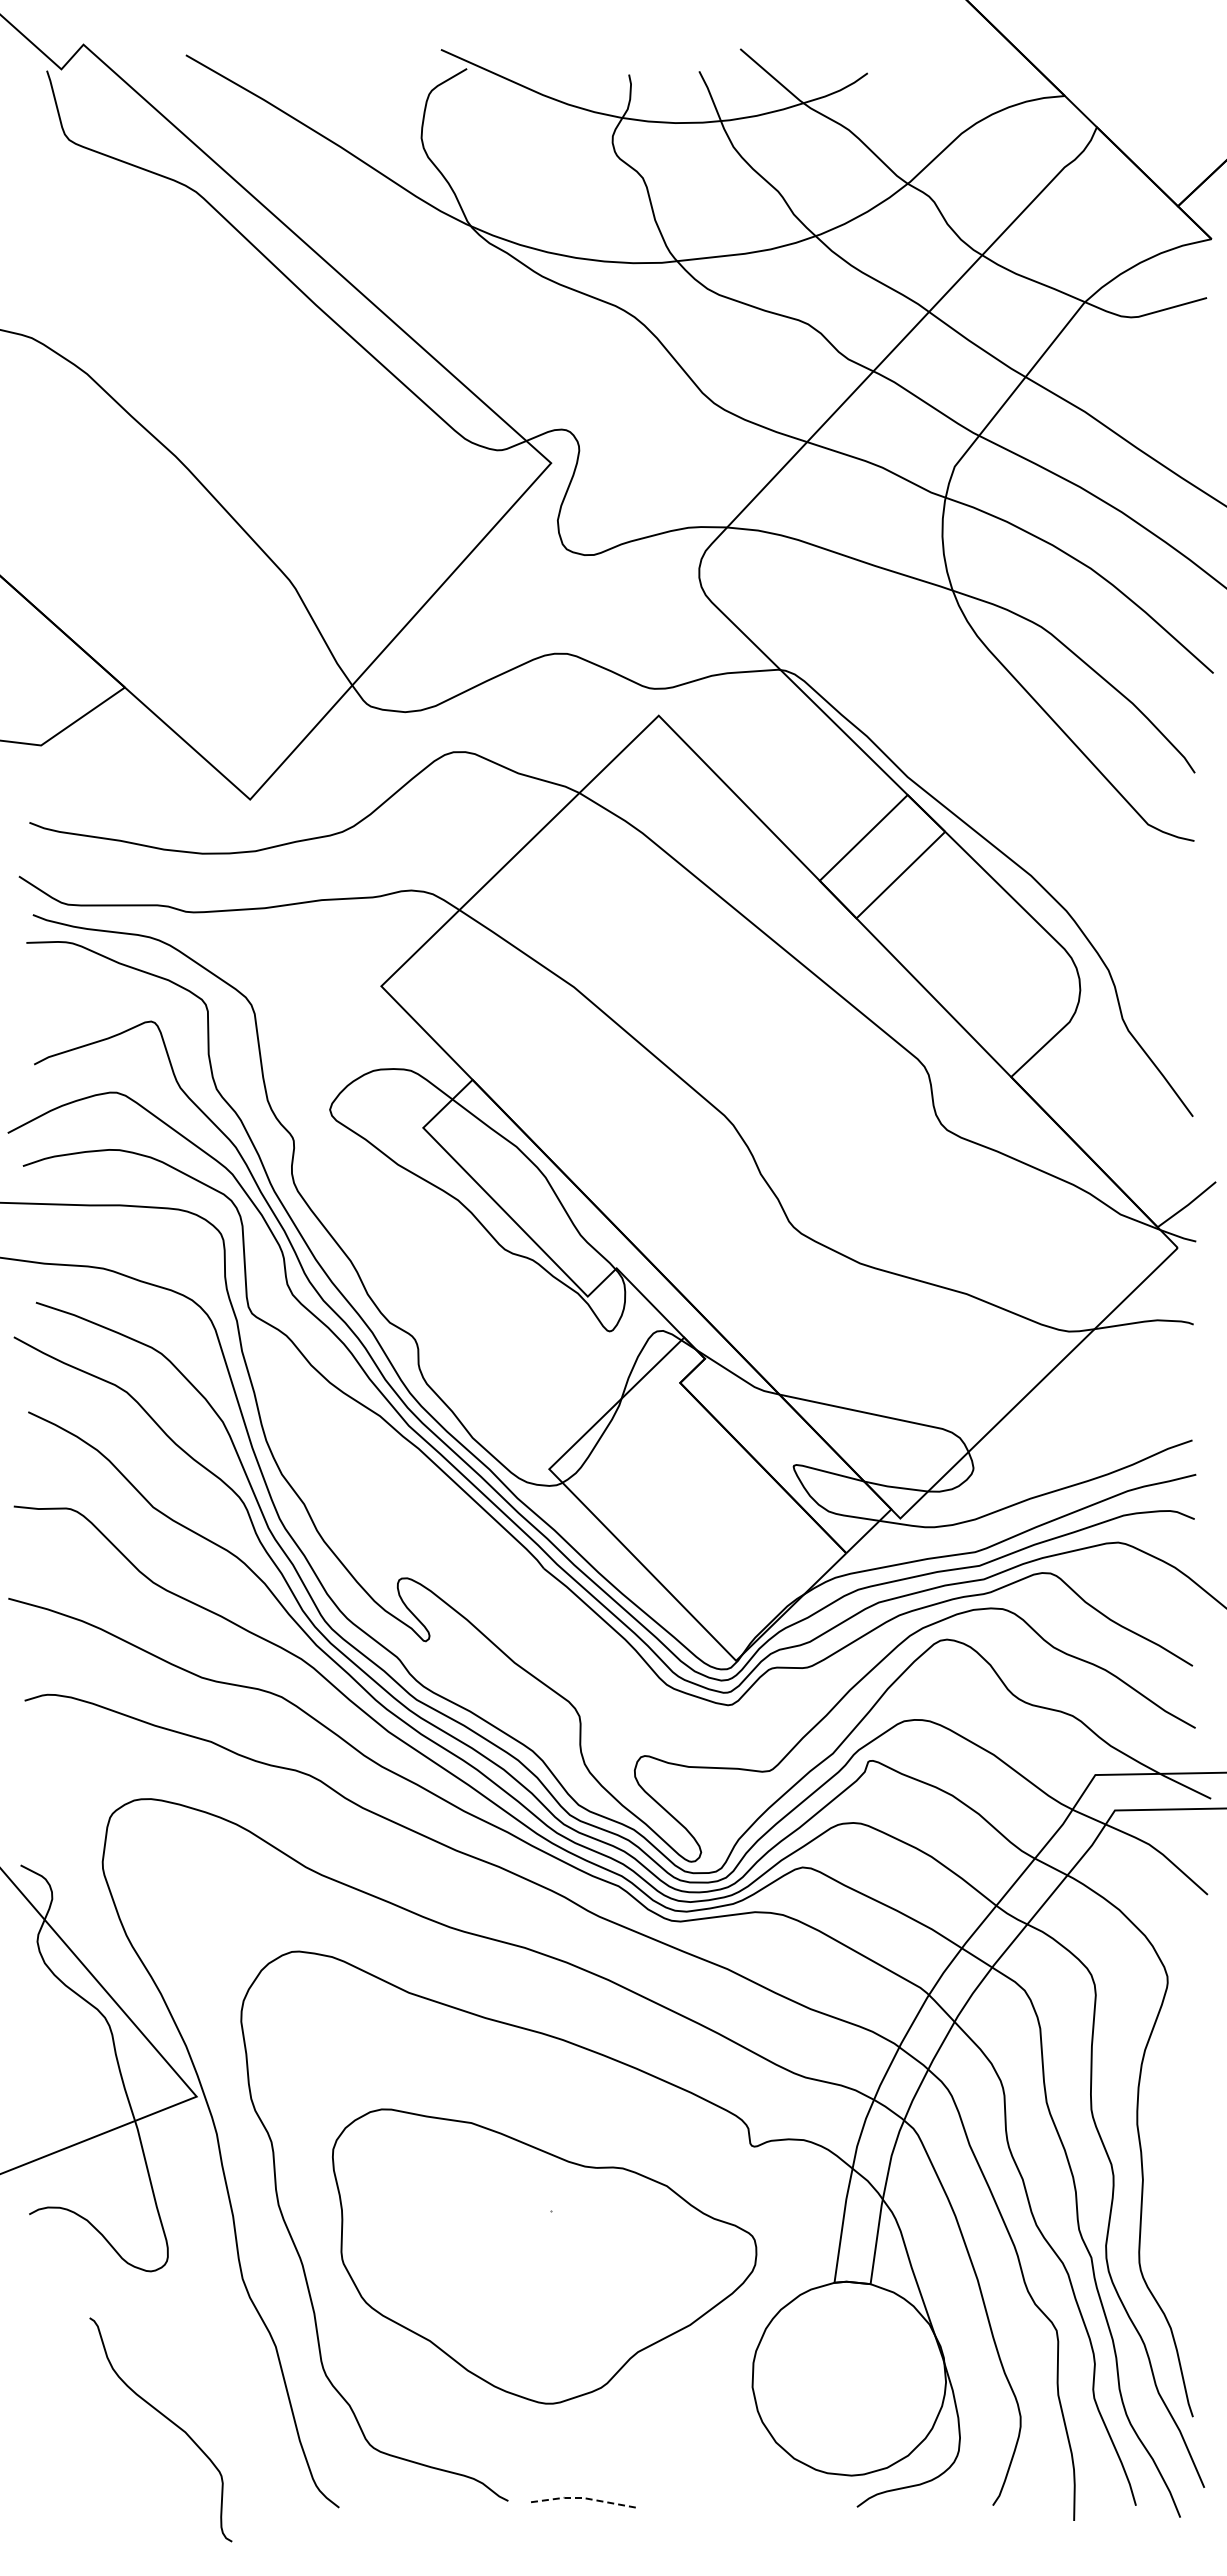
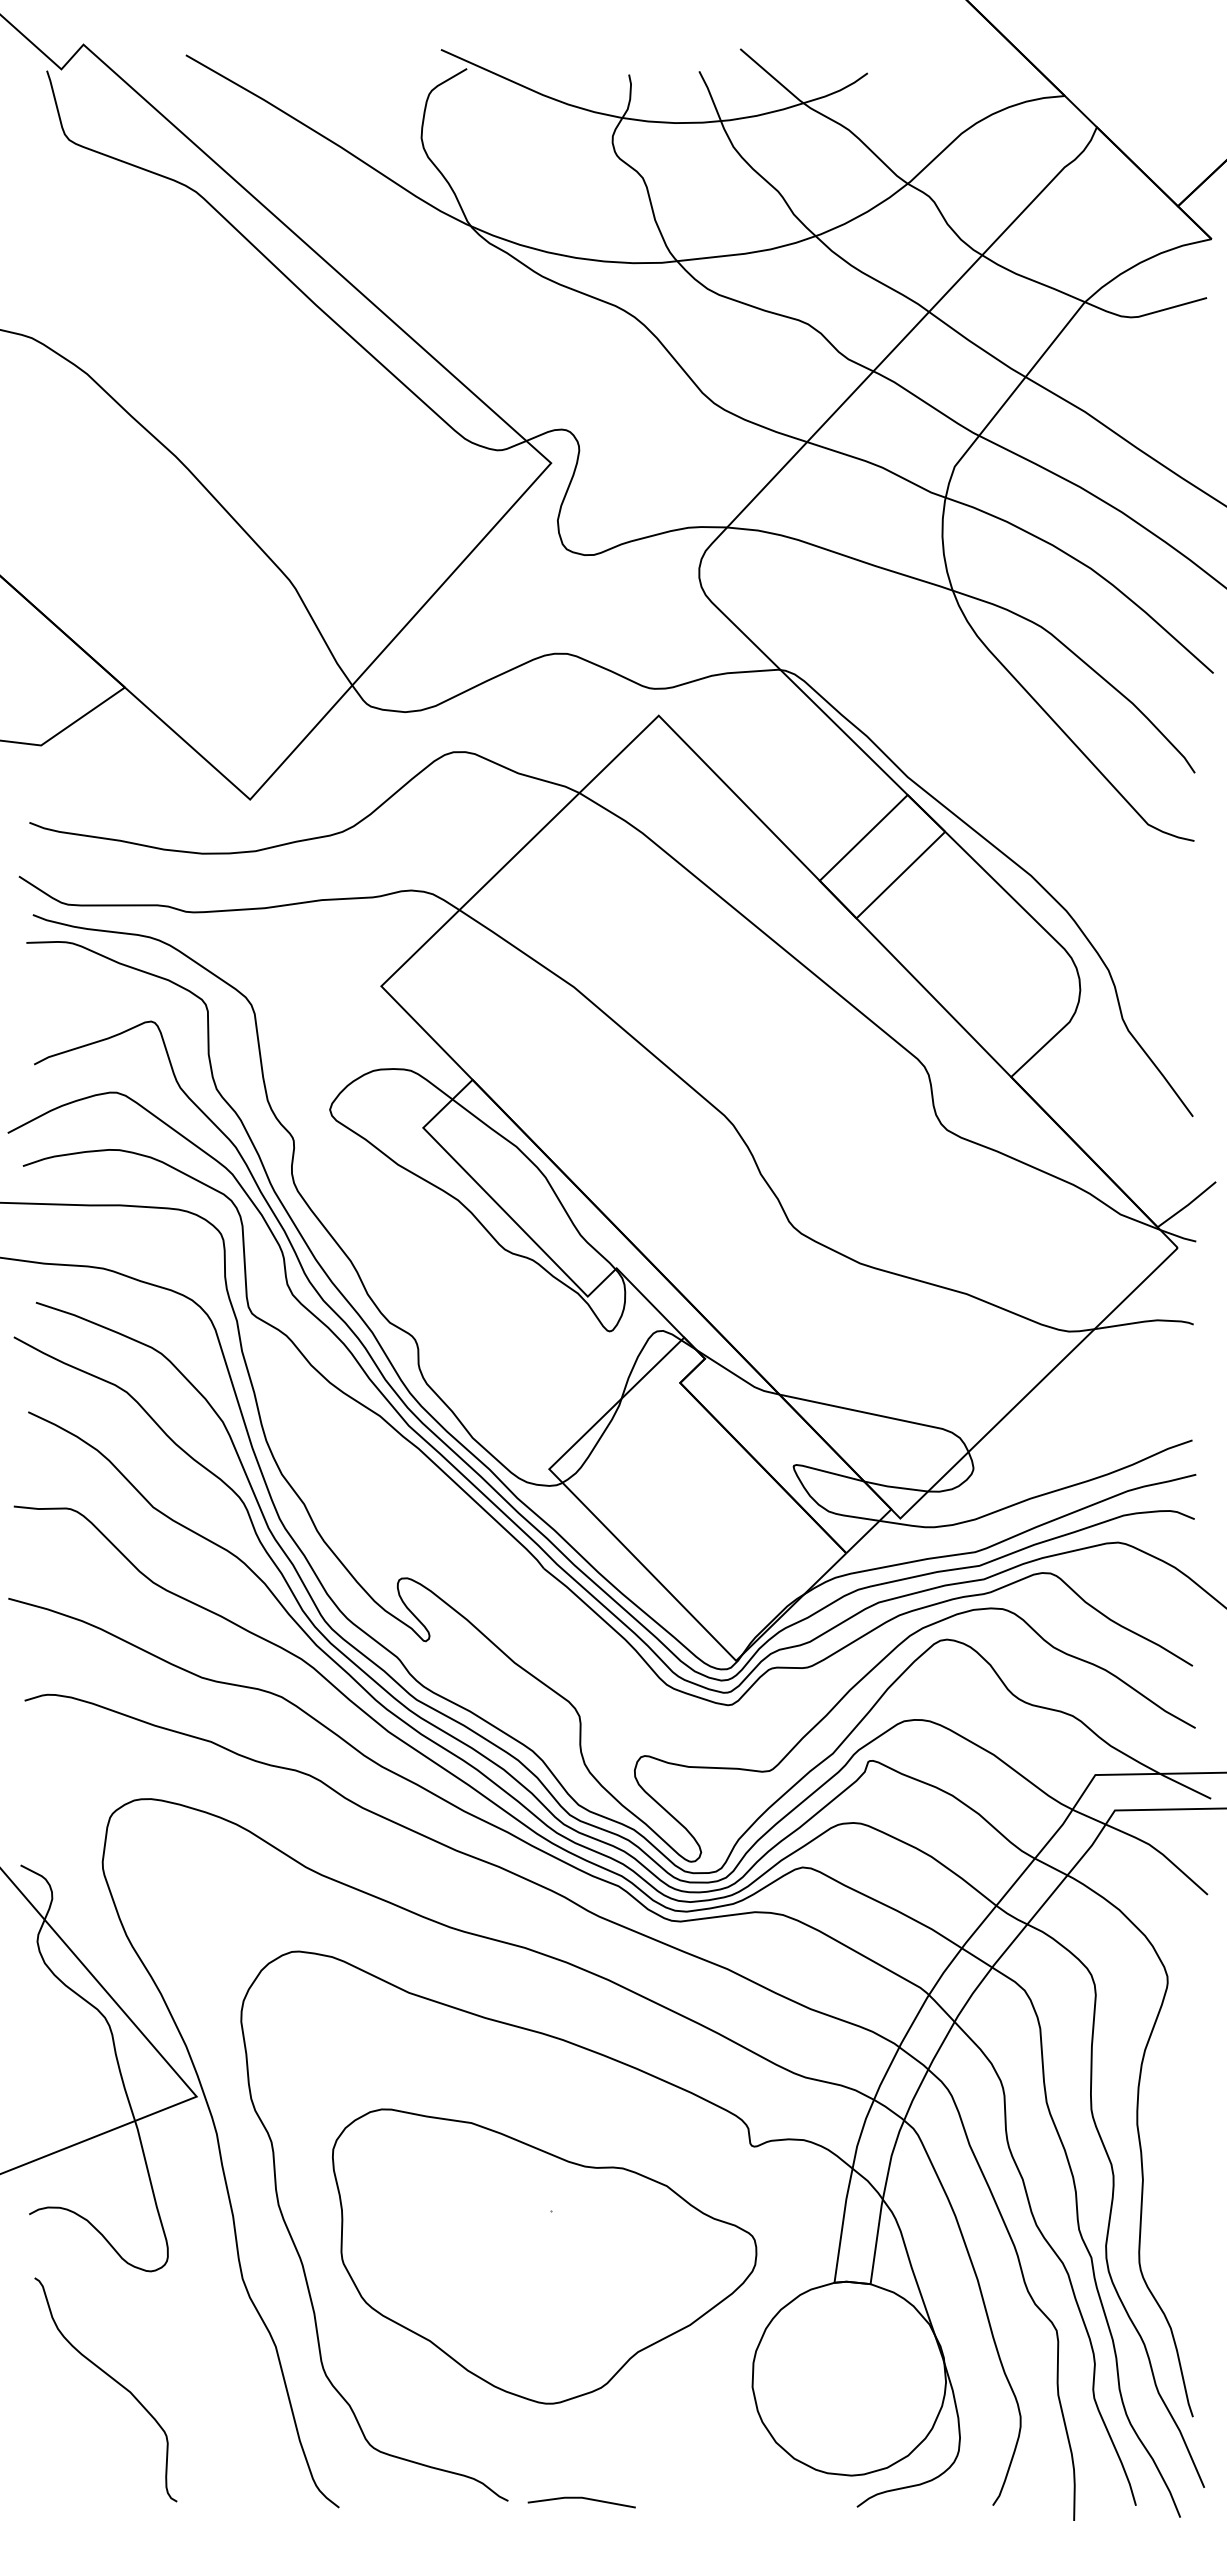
curve at (168, 2420) position: (168, 2420) -> (113, 2380)
line at (581, 2497): dashed -> solid
